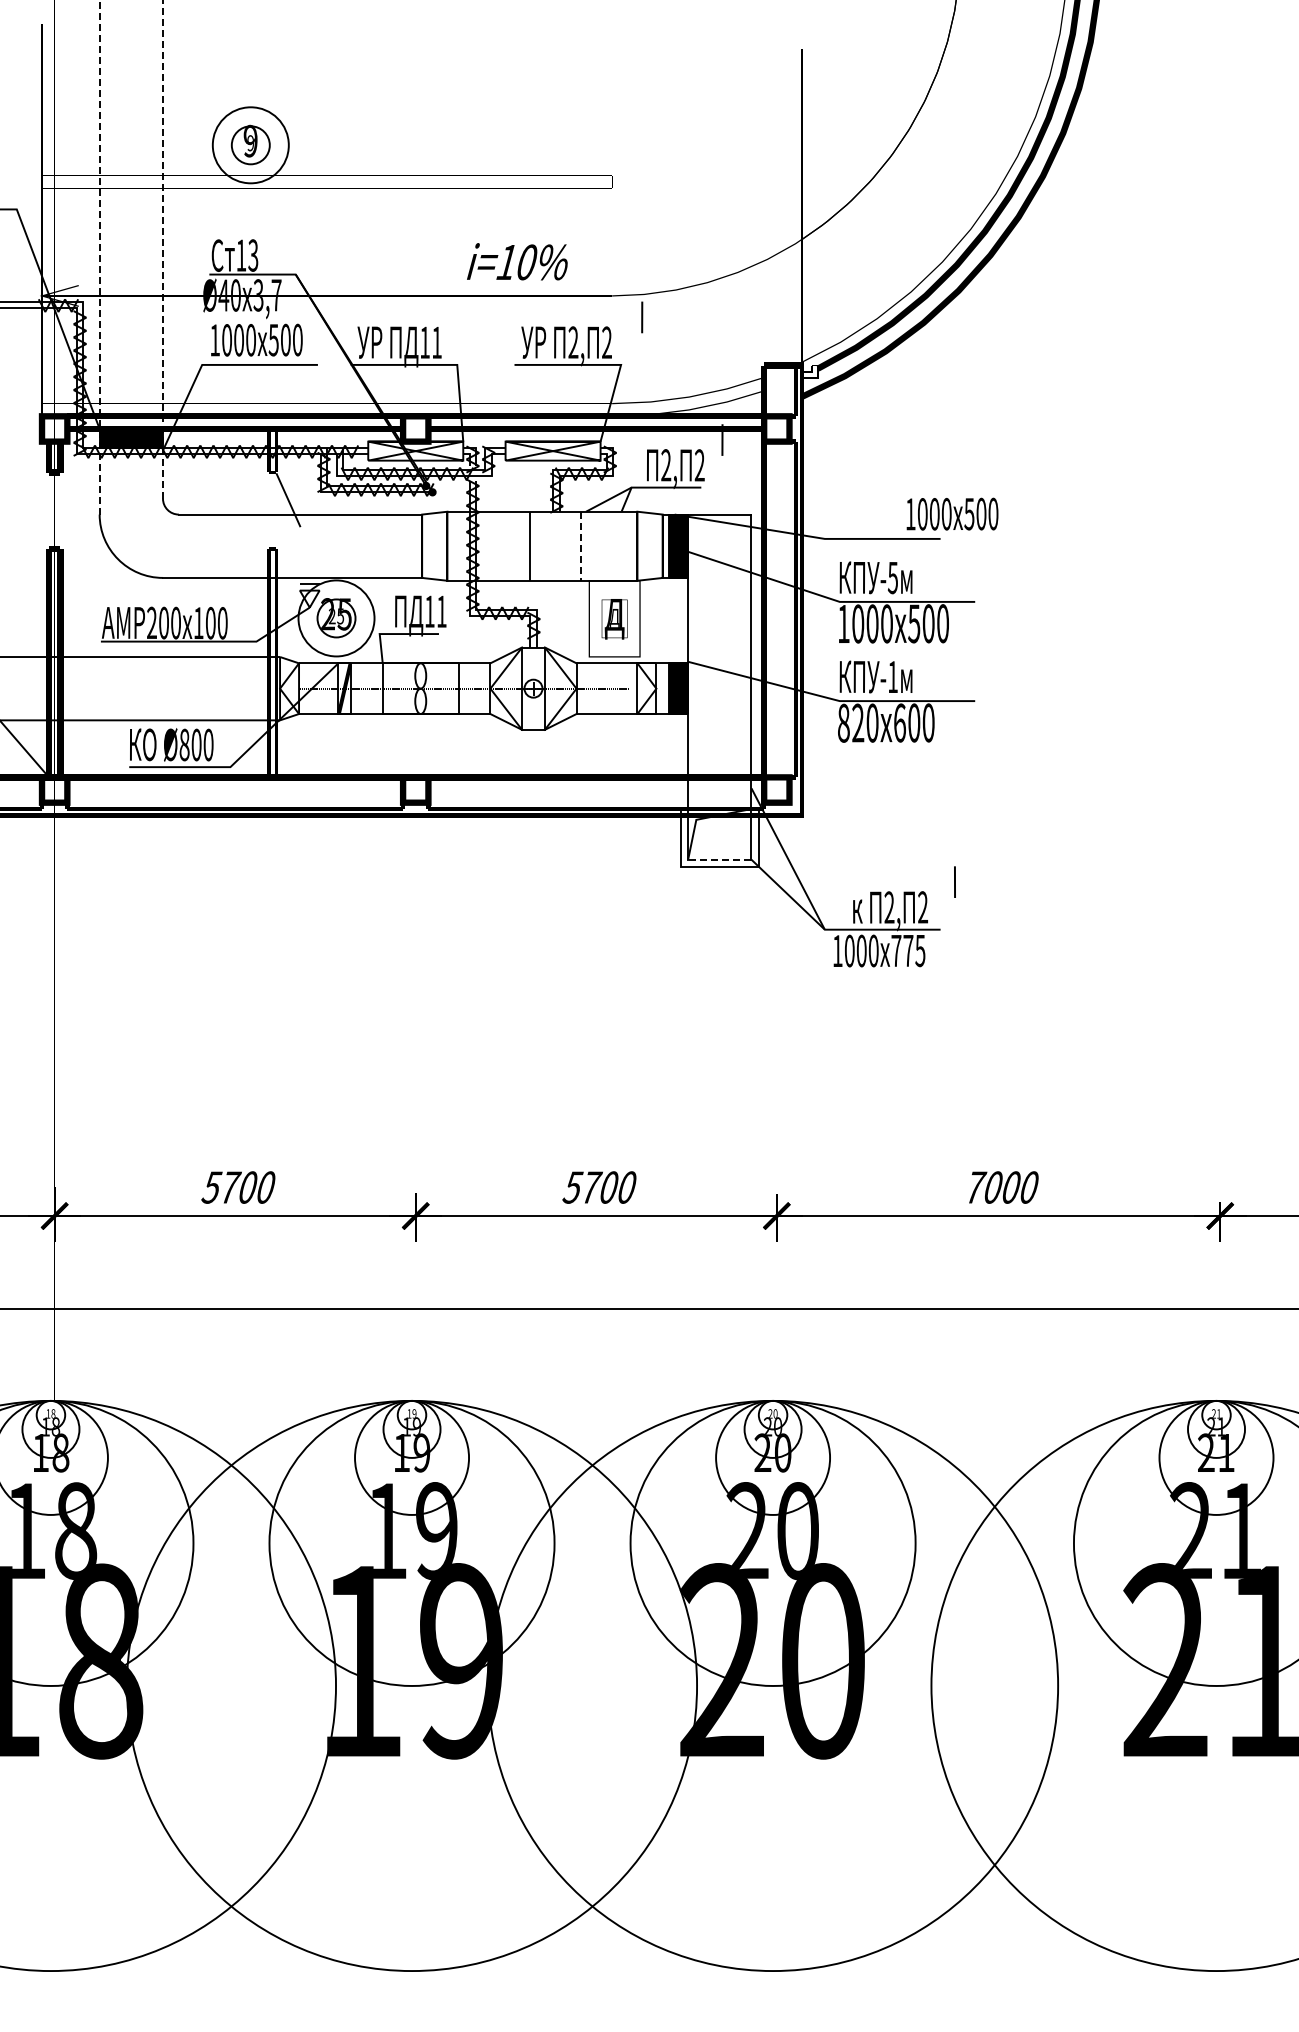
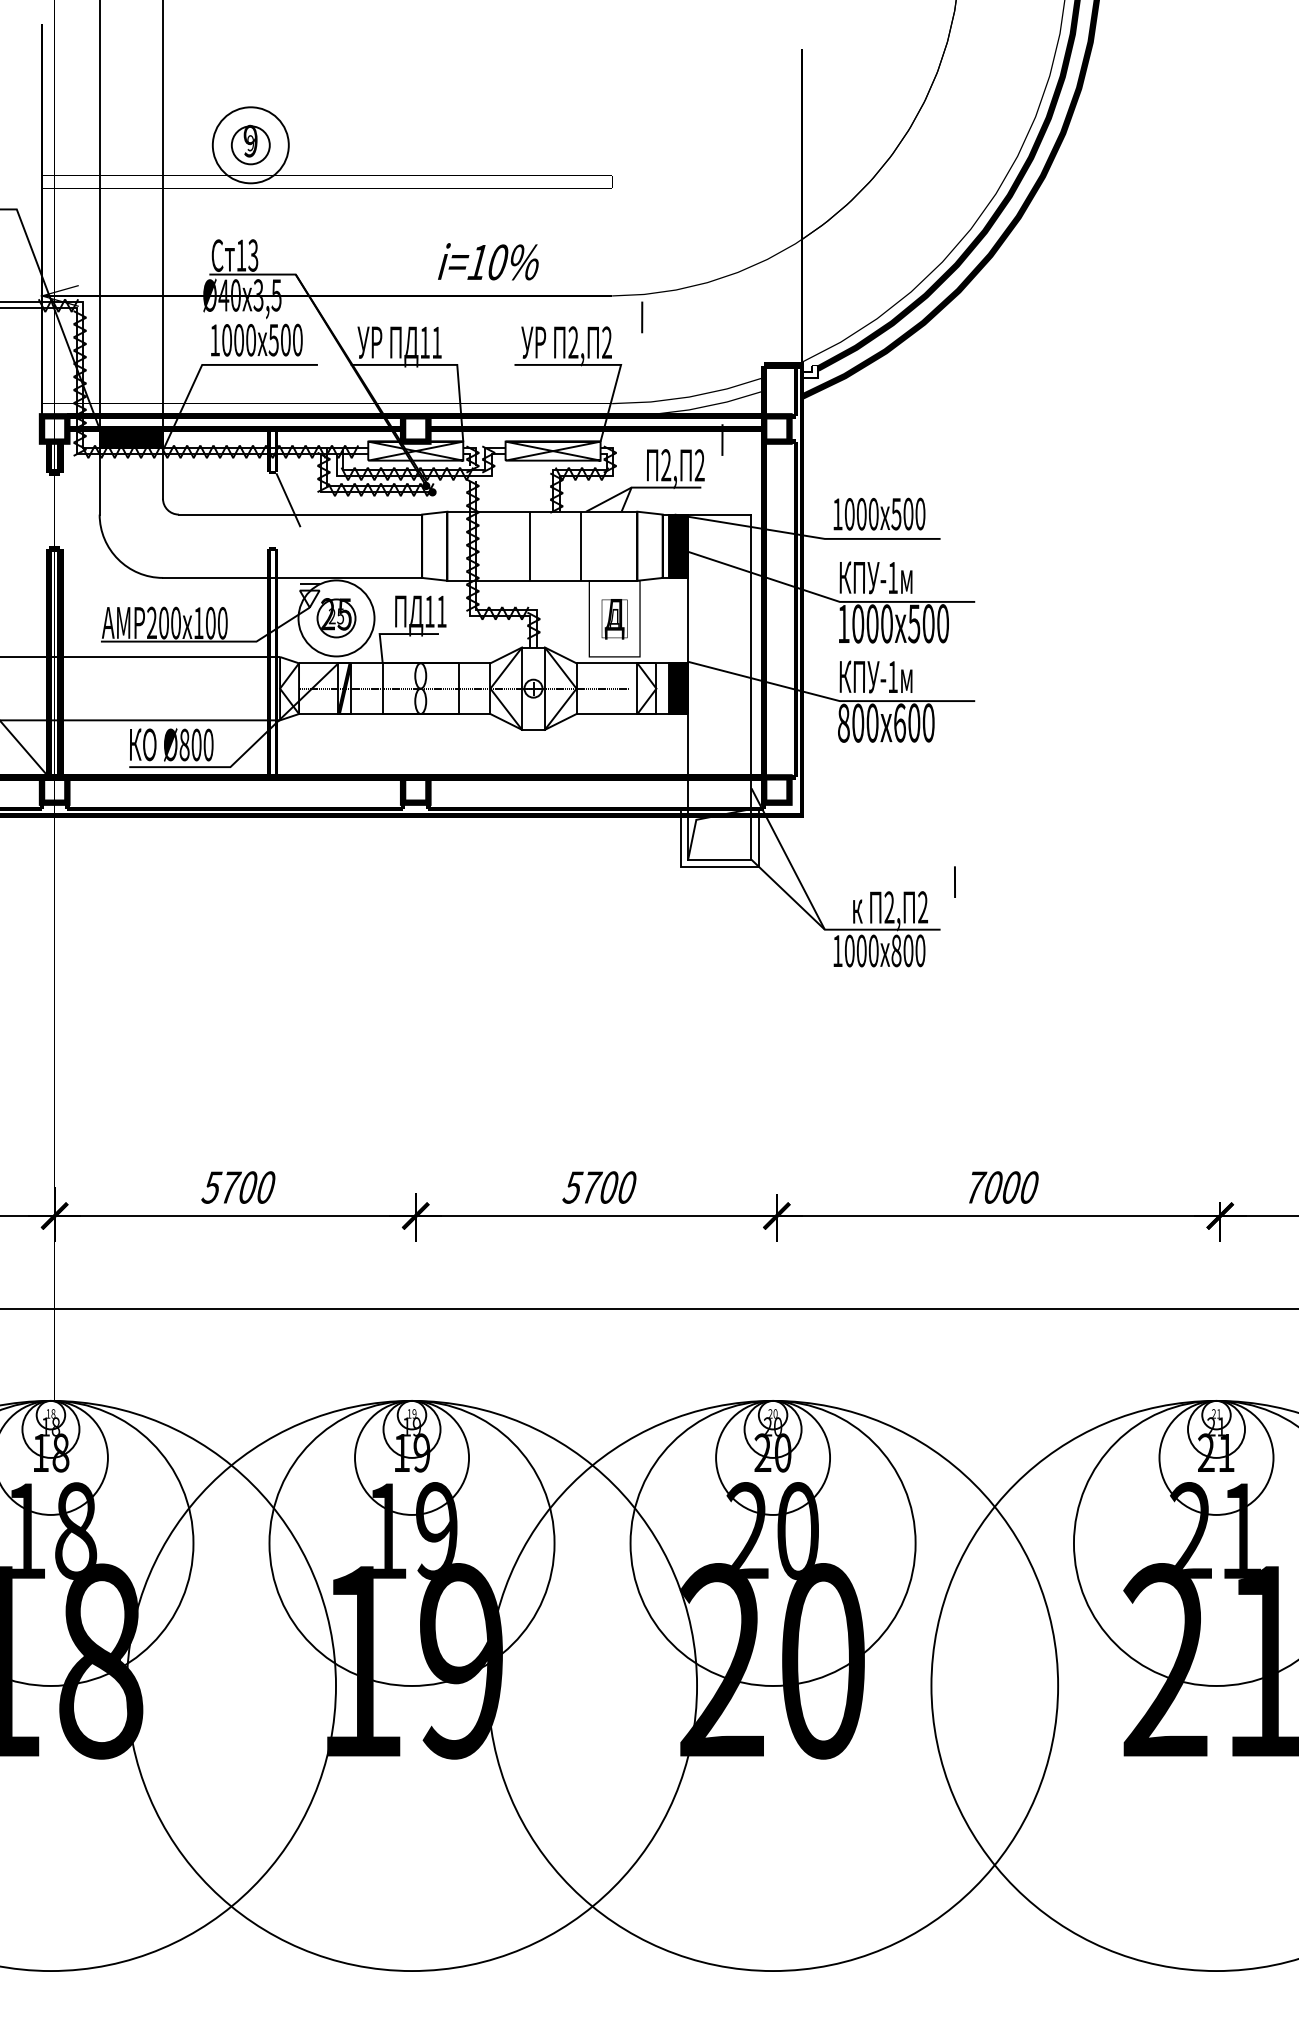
line at (163, 249): dashed -> solid
line at (99, 257): dashed -> solid
text at (517, 261) position: (517, 261) -> (488, 261)
text at (276, 295): 3,7 -> 3,5
text at (952, 513) position: (952, 513) -> (879, 513)
line at (581, 546): dashed -> solid
text at (892, 578): -5 -> -1
text at (858, 722): 820 -> 800
line at (719, 859): dashed -> solid
text at (908, 950): 775 -> 800
